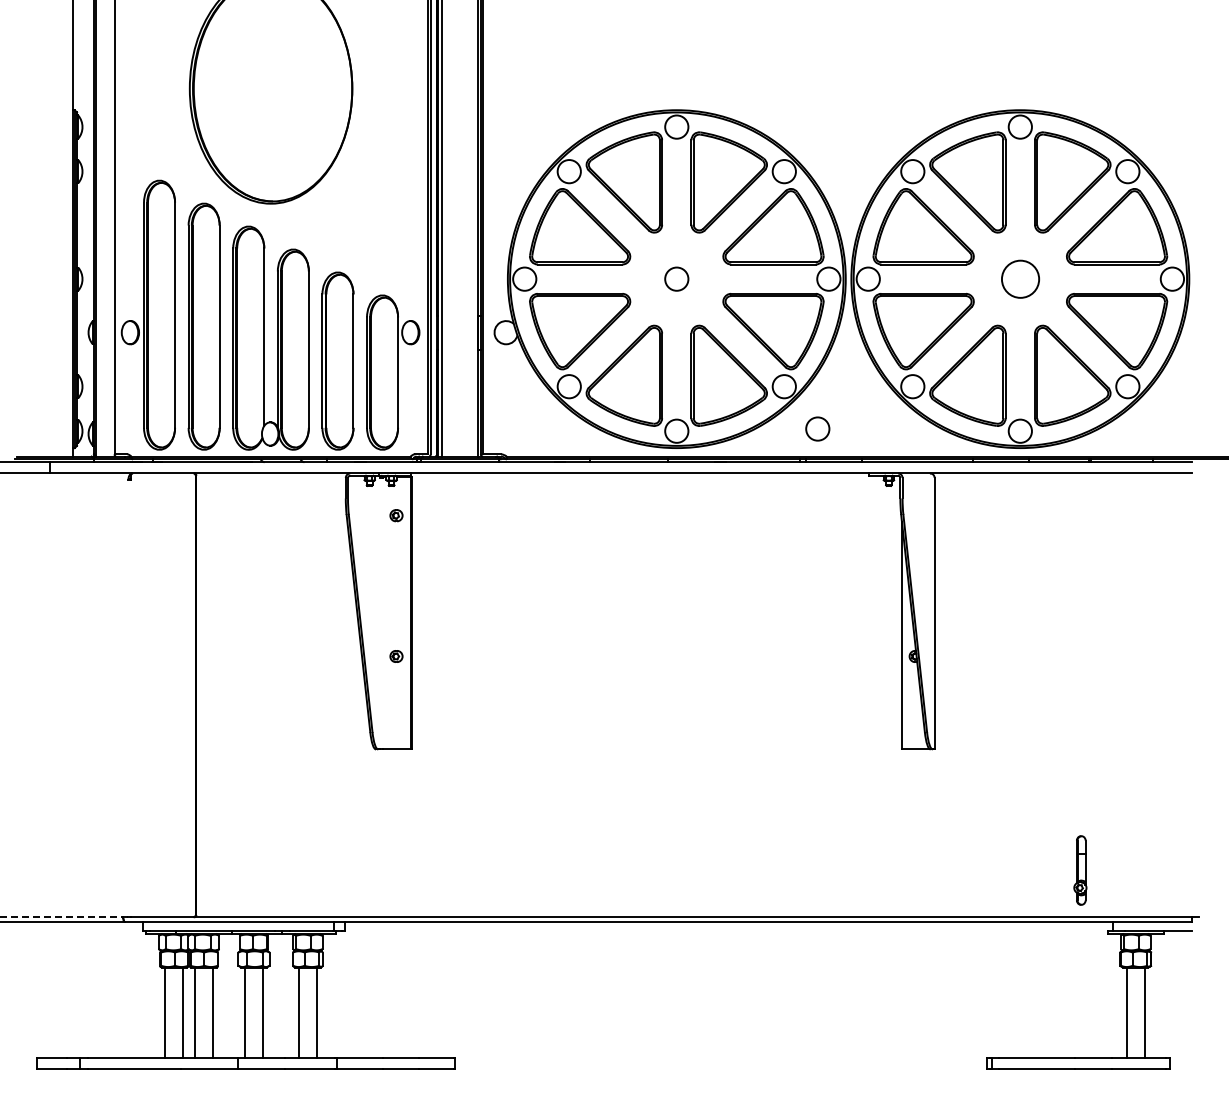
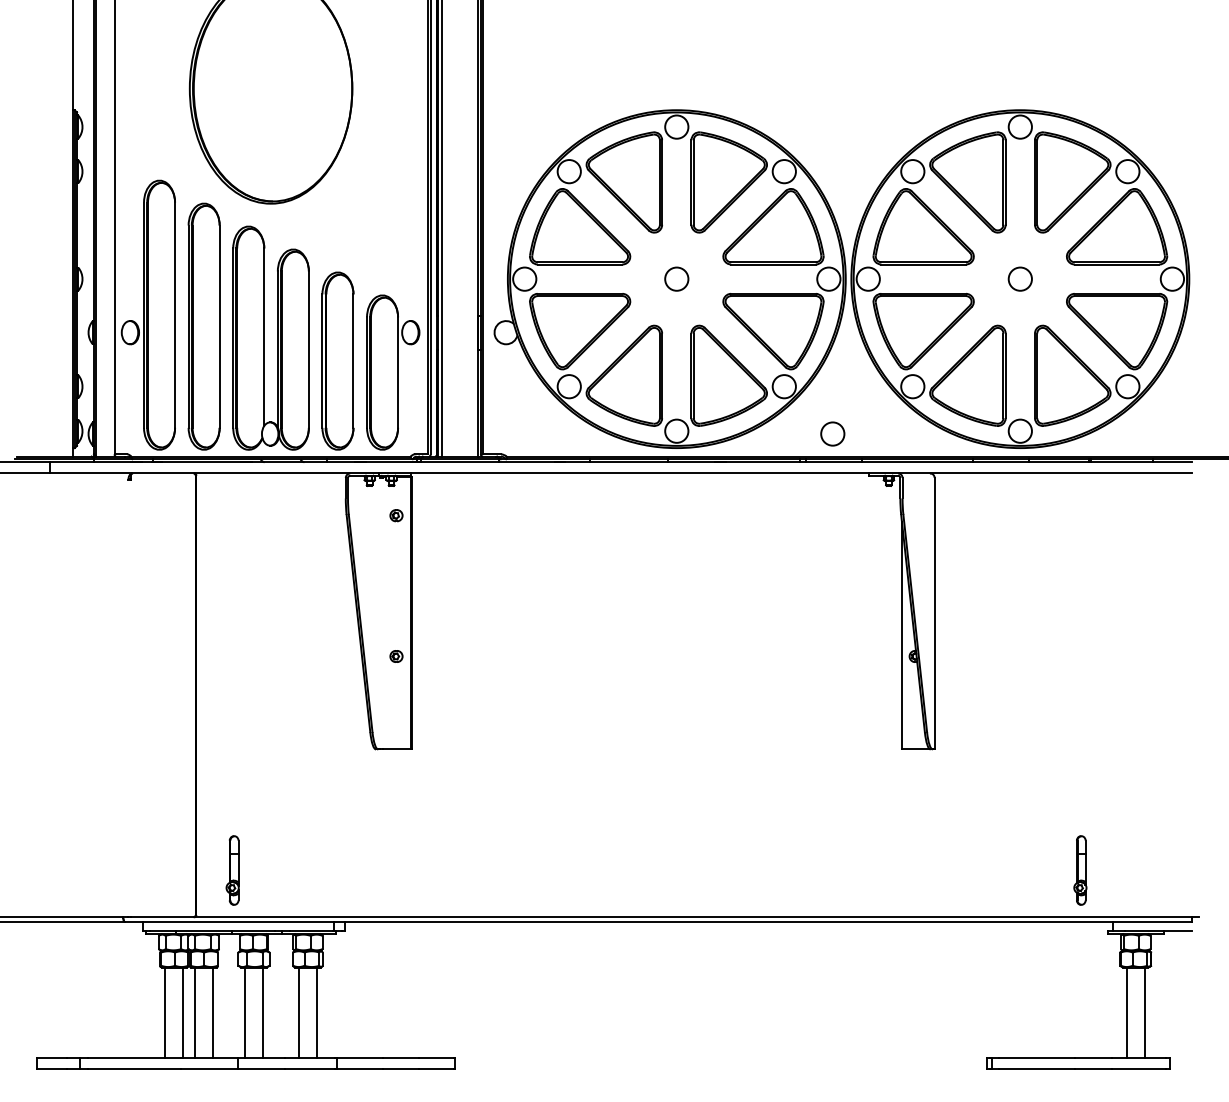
circle at (1020, 278) size: 39x40 px -> 26x26 px
circle at (817, 428) position: (817, 428) -> (832, 433)
part at (232, 870): none -> present
line at (64, 917): dashed -> solid
